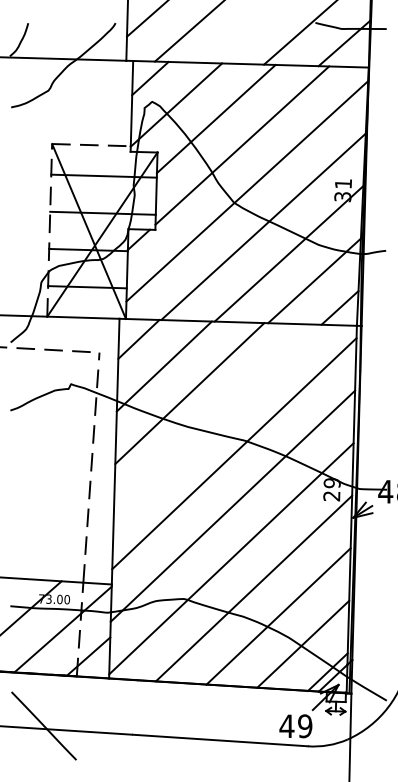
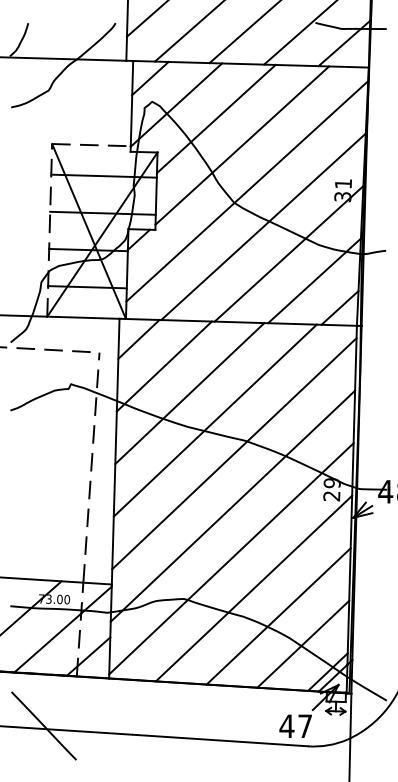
line at (243, 32): none -> present
line at (214, 420): none -> present
text at (305, 726): 49 -> 47
